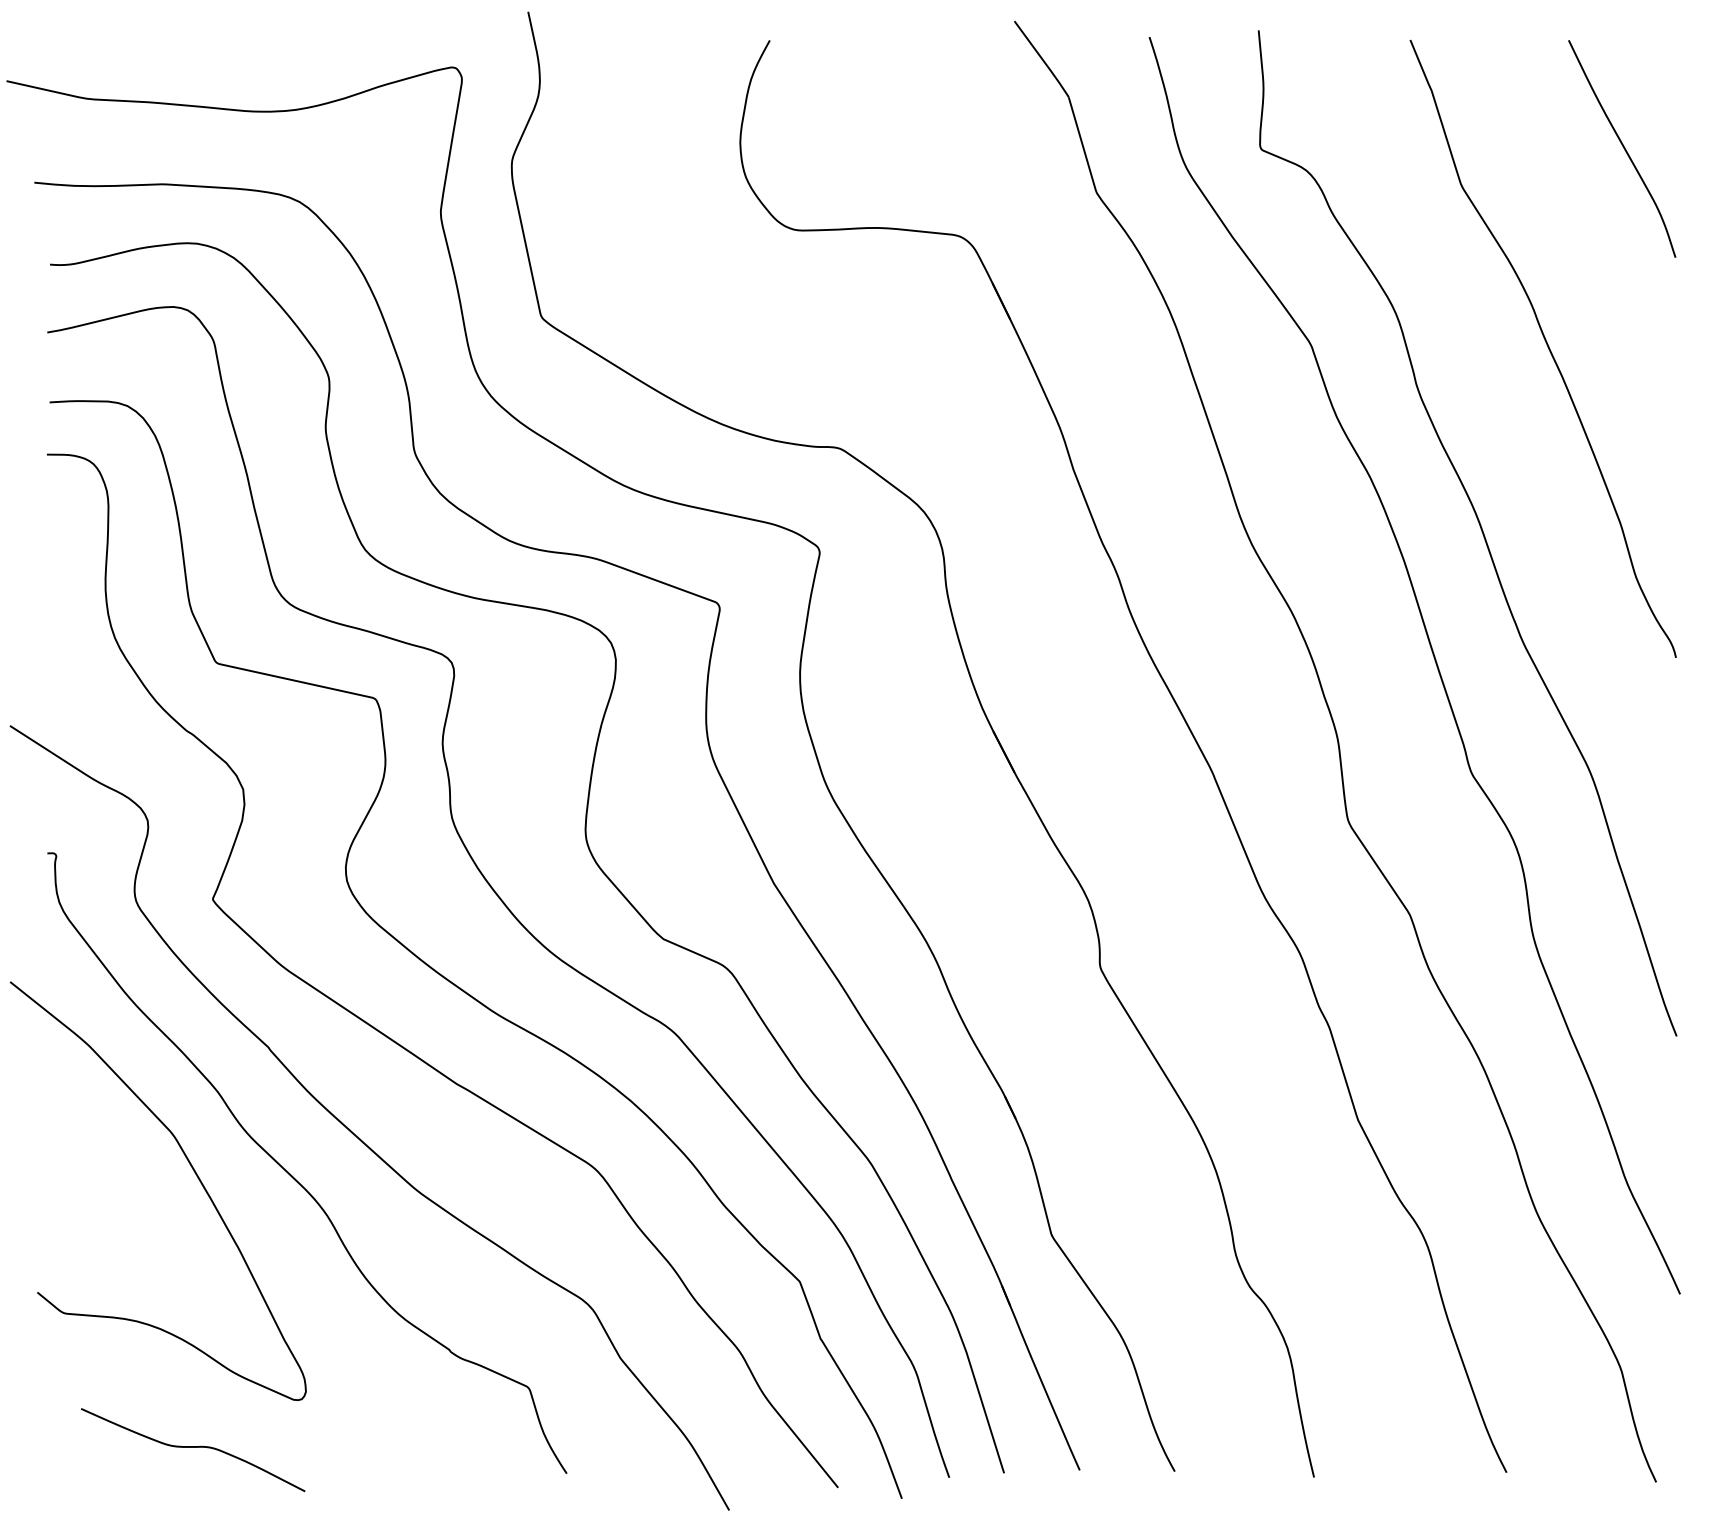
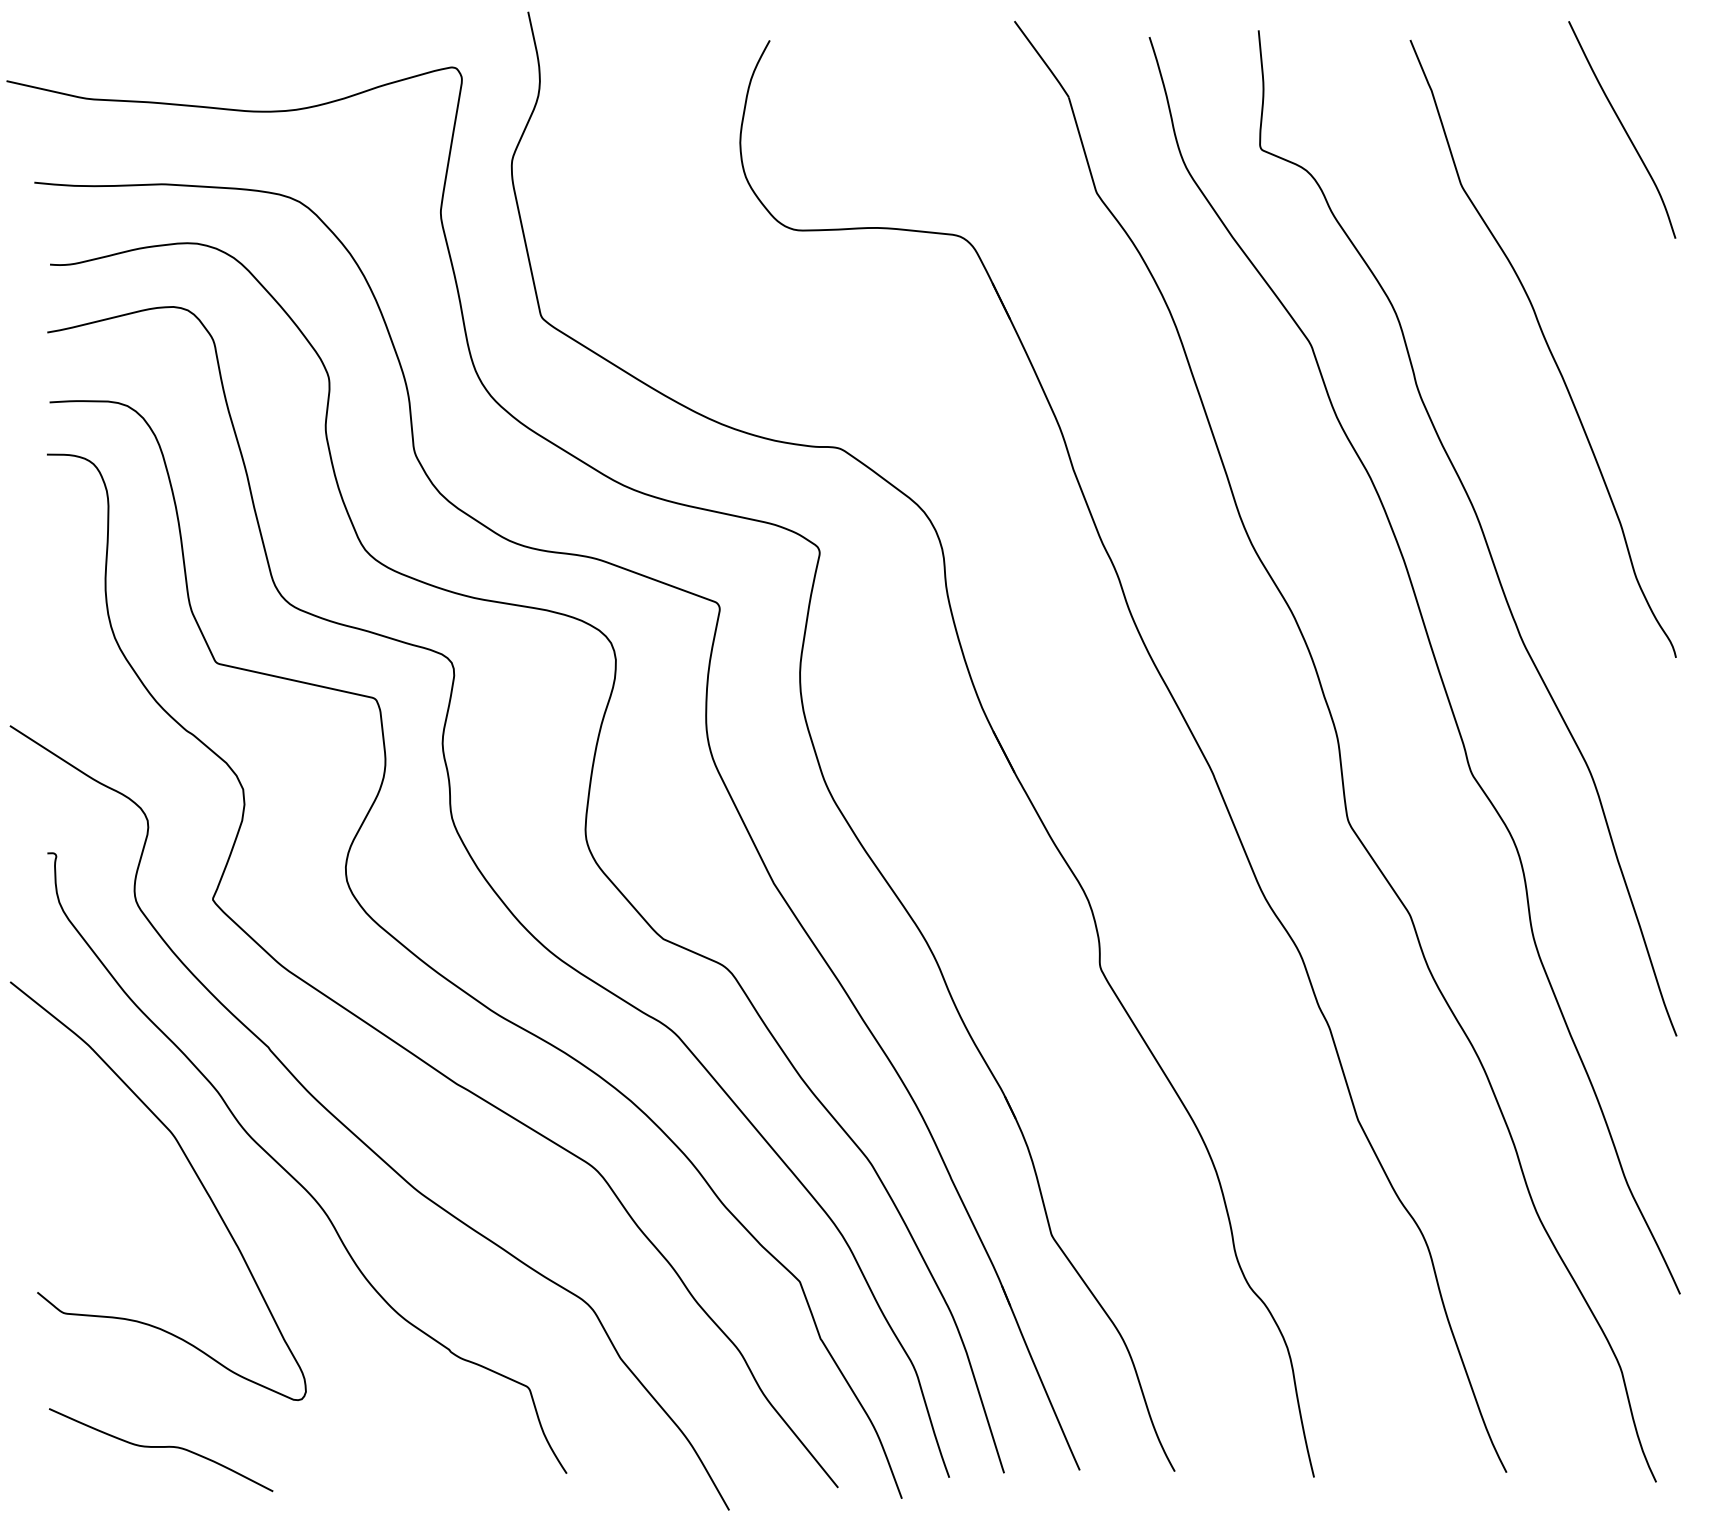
curve at (1623, 148) position: (1623, 148) -> (1623, 129)
curve at (193, 1447) position: (193, 1447) -> (161, 1447)
